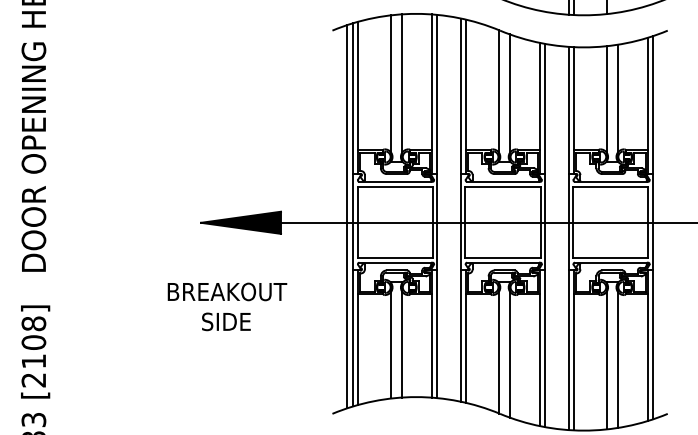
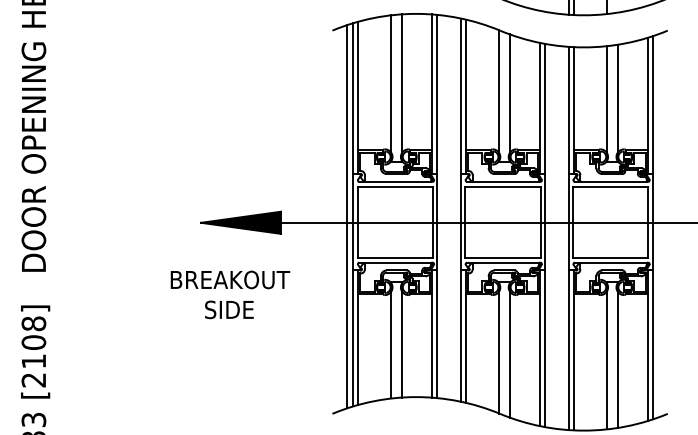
text at (227, 306) position: (227, 306) -> (230, 294)
